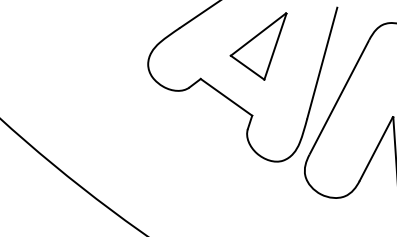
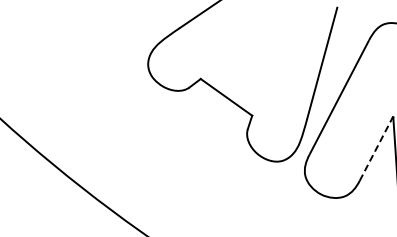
part at (258, 46): present -> none
line at (376, 149): solid -> dashed
